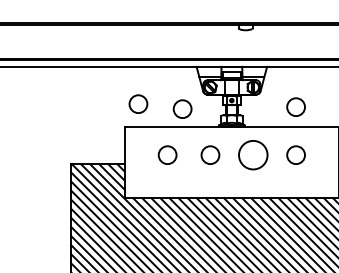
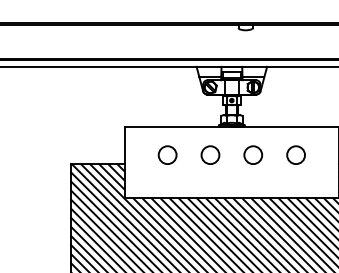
circle at (138, 103): present -> none
circle at (295, 106): present -> none
circle at (182, 108): present -> none
circle at (253, 154) diameter: 29 px -> 18 px
